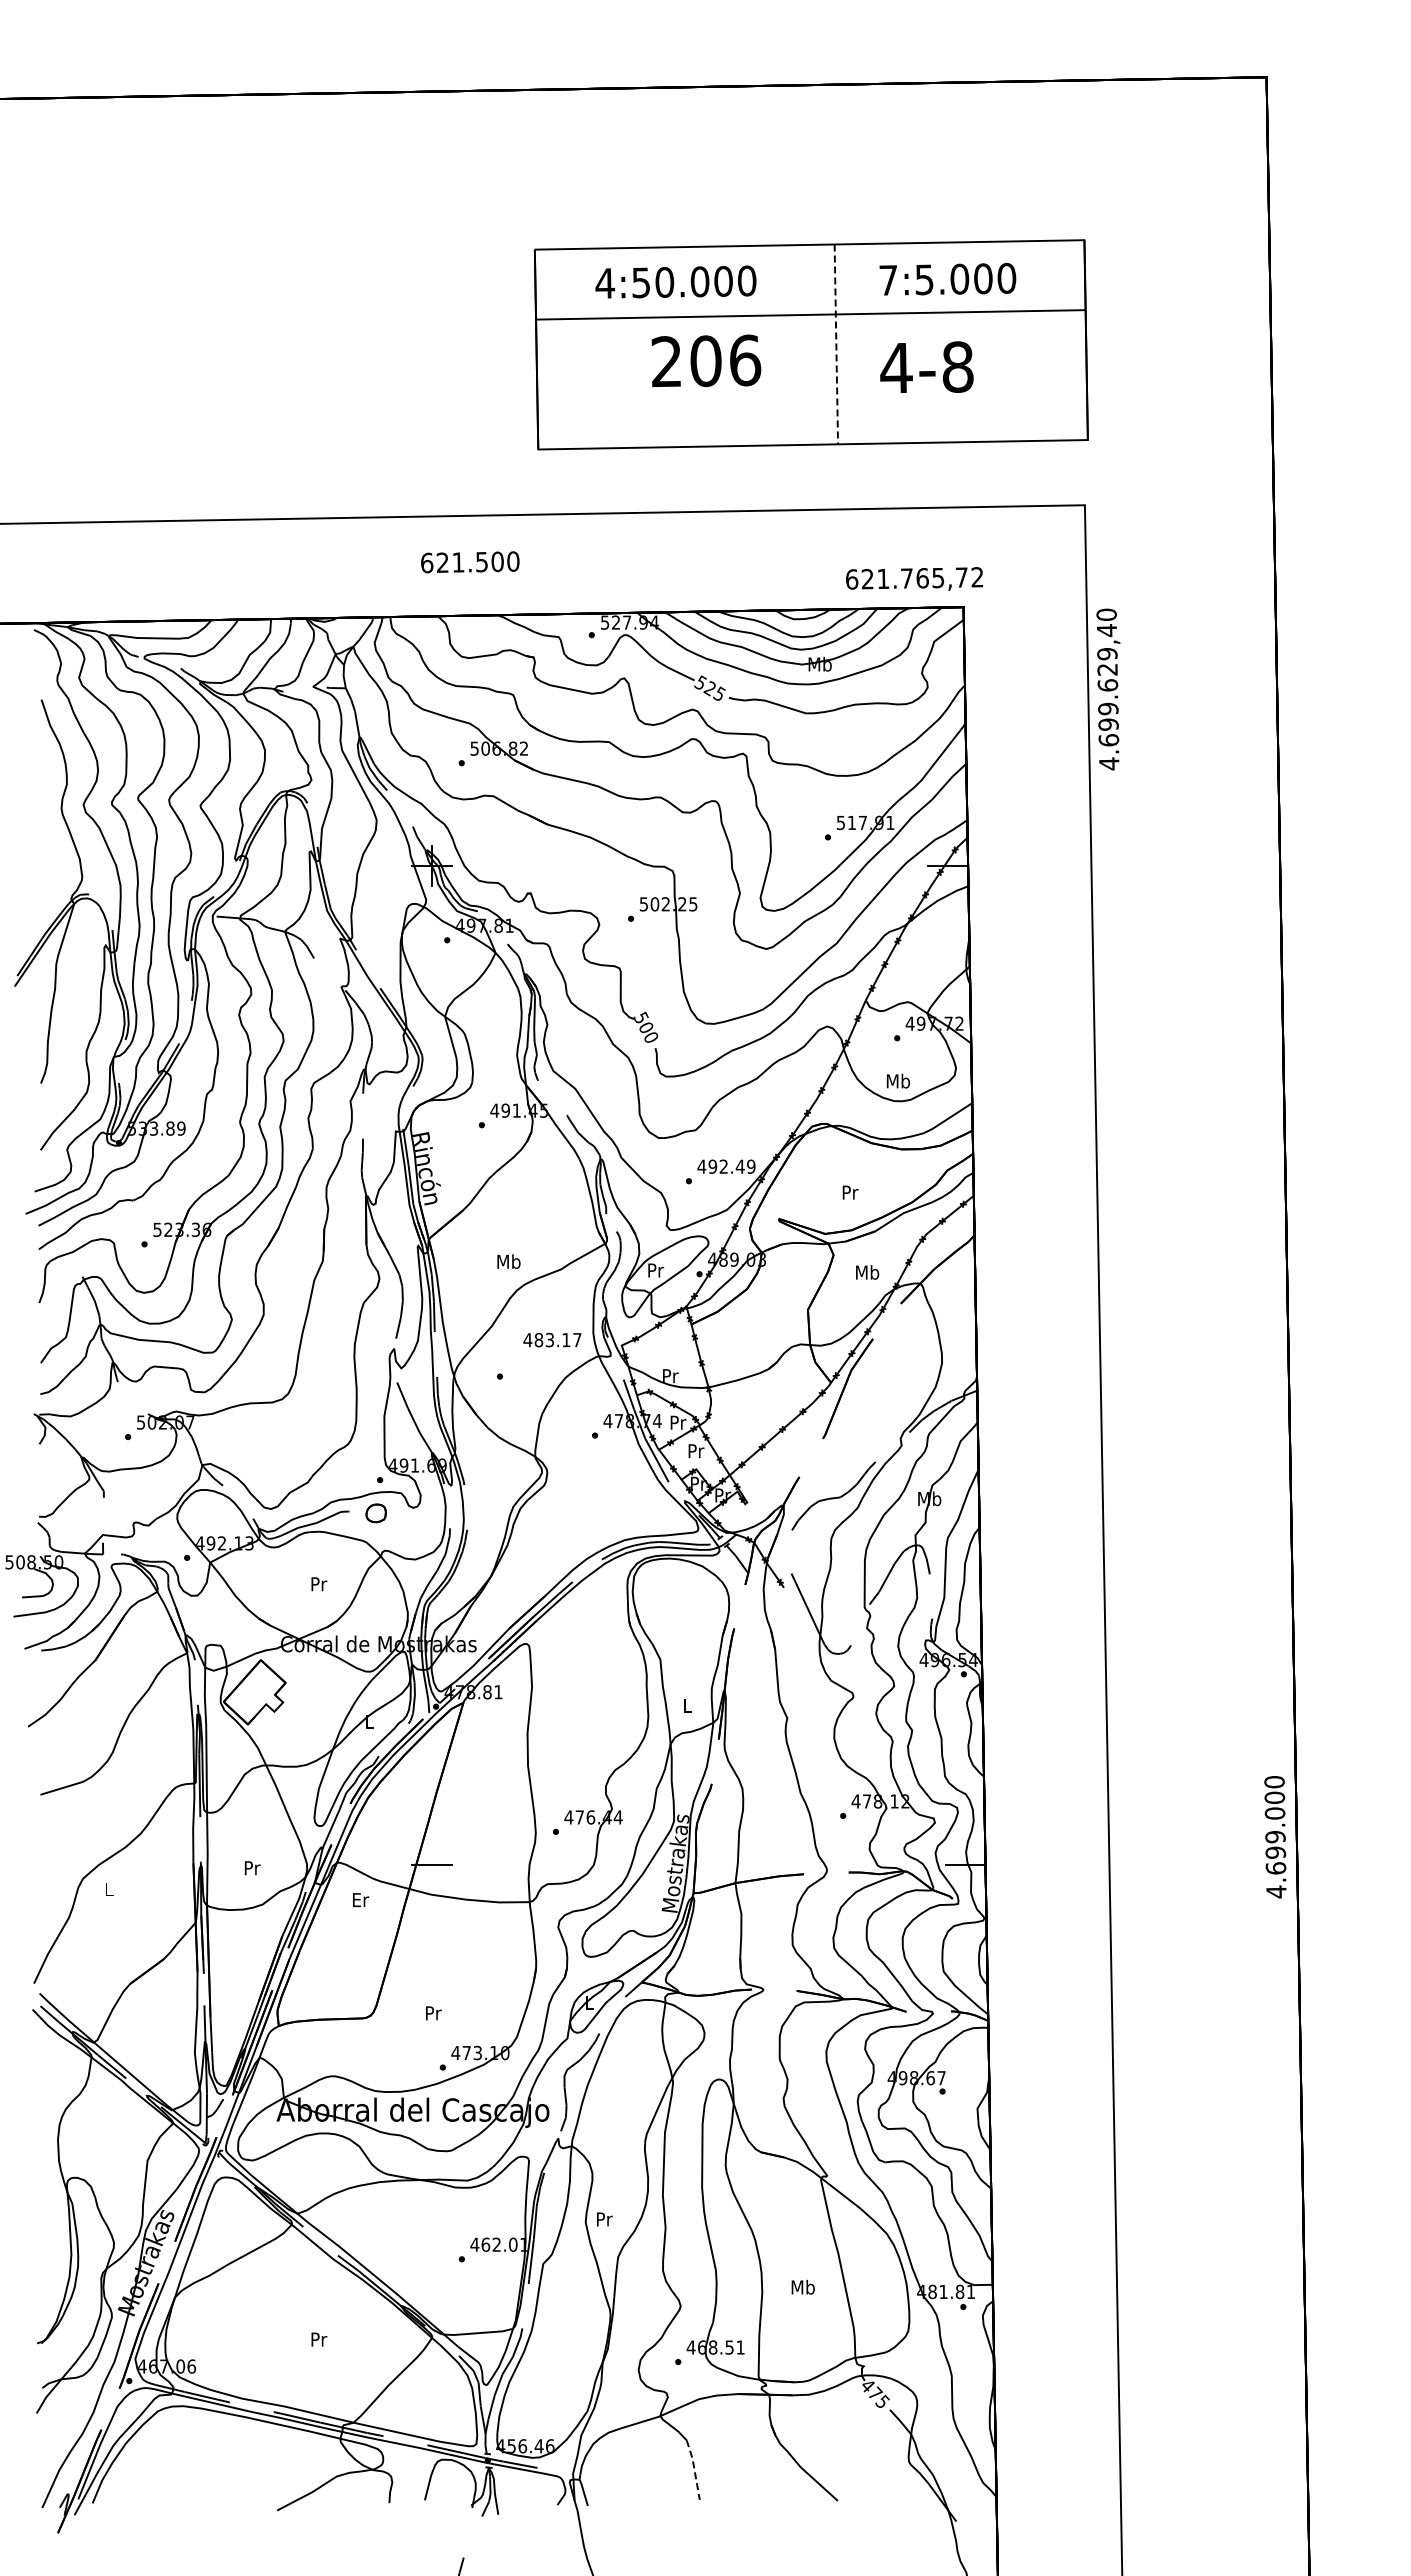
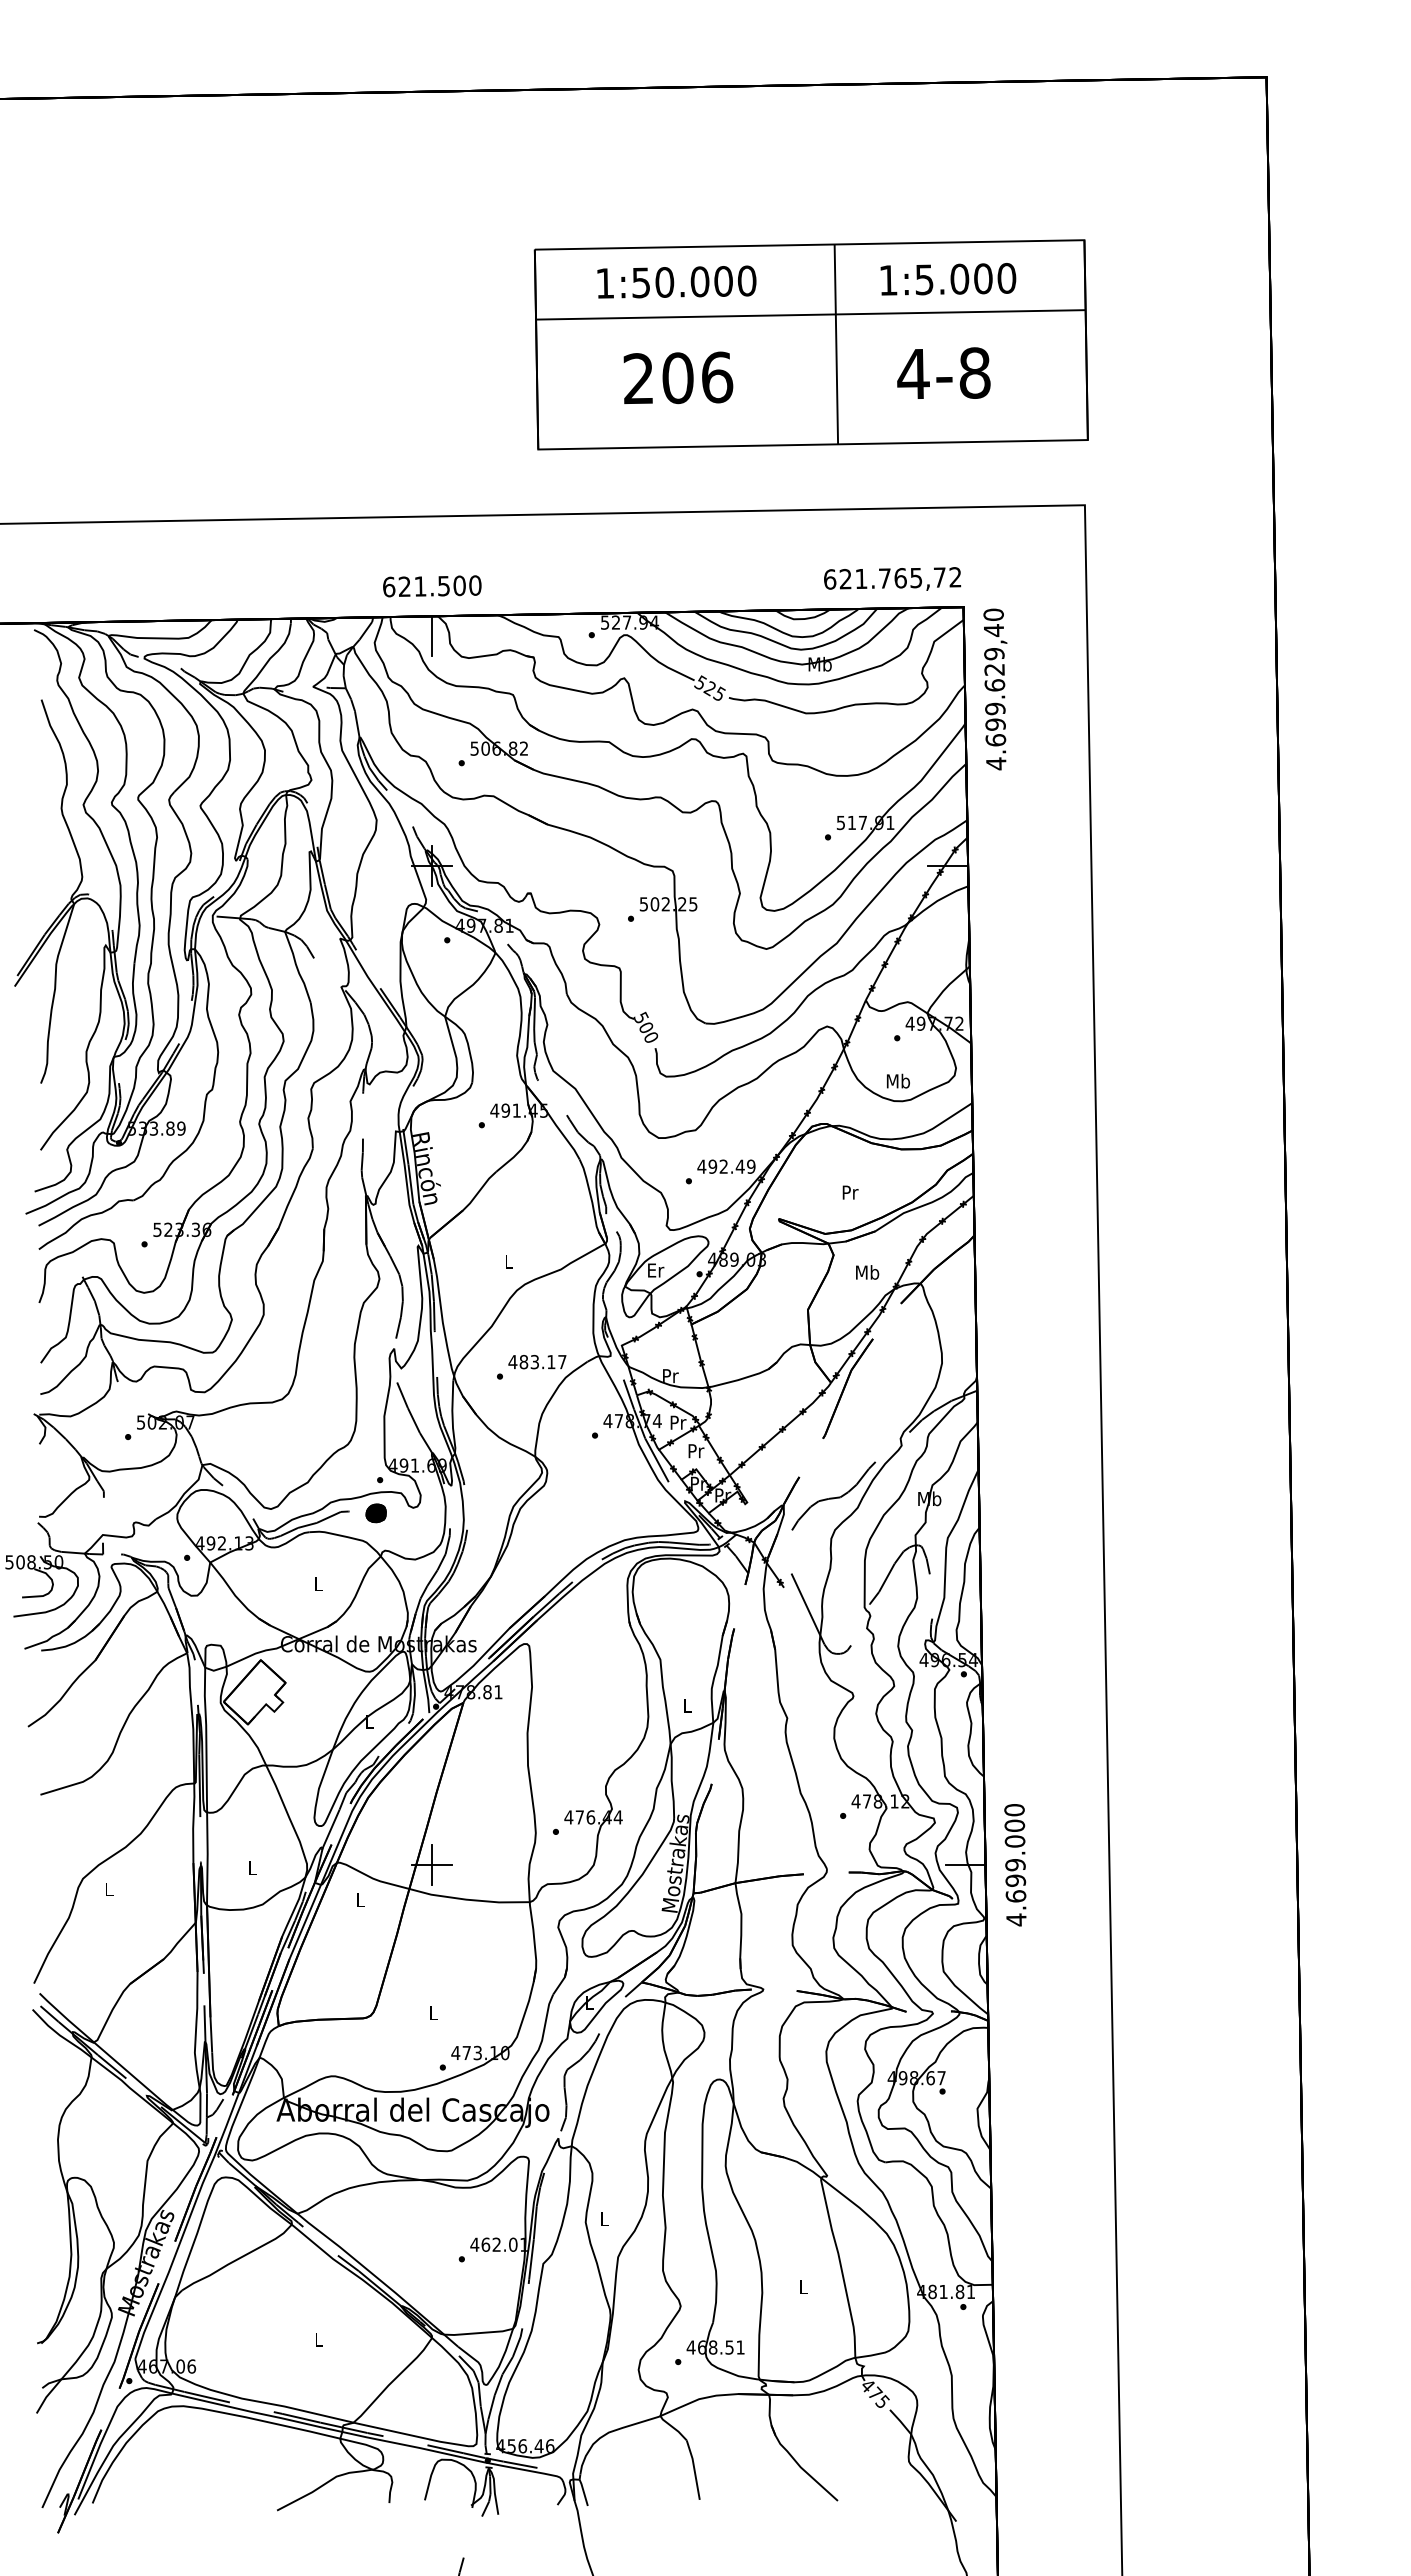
text at (888, 280): 7:5.000 -> 1:5.000
text at (605, 283): 4:50.000 -> 1:50.000
line at (836, 344): dashed -> solid
text at (706, 360) position: (706, 360) -> (678, 377)
text at (926, 366) position: (926, 366) -> (943, 372)
text at (470, 562) position: (470, 562) -> (432, 586)
text at (914, 578) position: (914, 578) -> (892, 578)
line at (432, 636): none -> present
text at (1108, 689) position: (1108, 689) -> (995, 689)
text at (508, 1261): Mb -> L
text at (656, 1270): Pr -> Er
text at (552, 1340) position: (552, 1340) -> (537, 1362)
fill at (375, 1513): none -> present
text at (319, 1584): Pr -> L
text at (1275, 1837) position: (1275, 1837) -> (1015, 1865)
line at (432, 1865): none -> present
text at (252, 1868): Pr -> L
text at (361, 1900): Er -> L
text at (433, 2013): Pr -> L
text at (604, 2219): Pr -> L
text at (802, 2286): Mb -> L
text at (319, 2339): Pr -> L
line at (694, 2469): dashed -> solid
